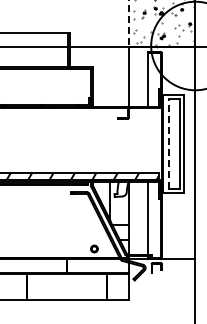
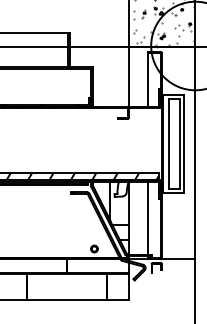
line at (129, 24): dashed -> solid
line at (169, 144): dashed -> solid
